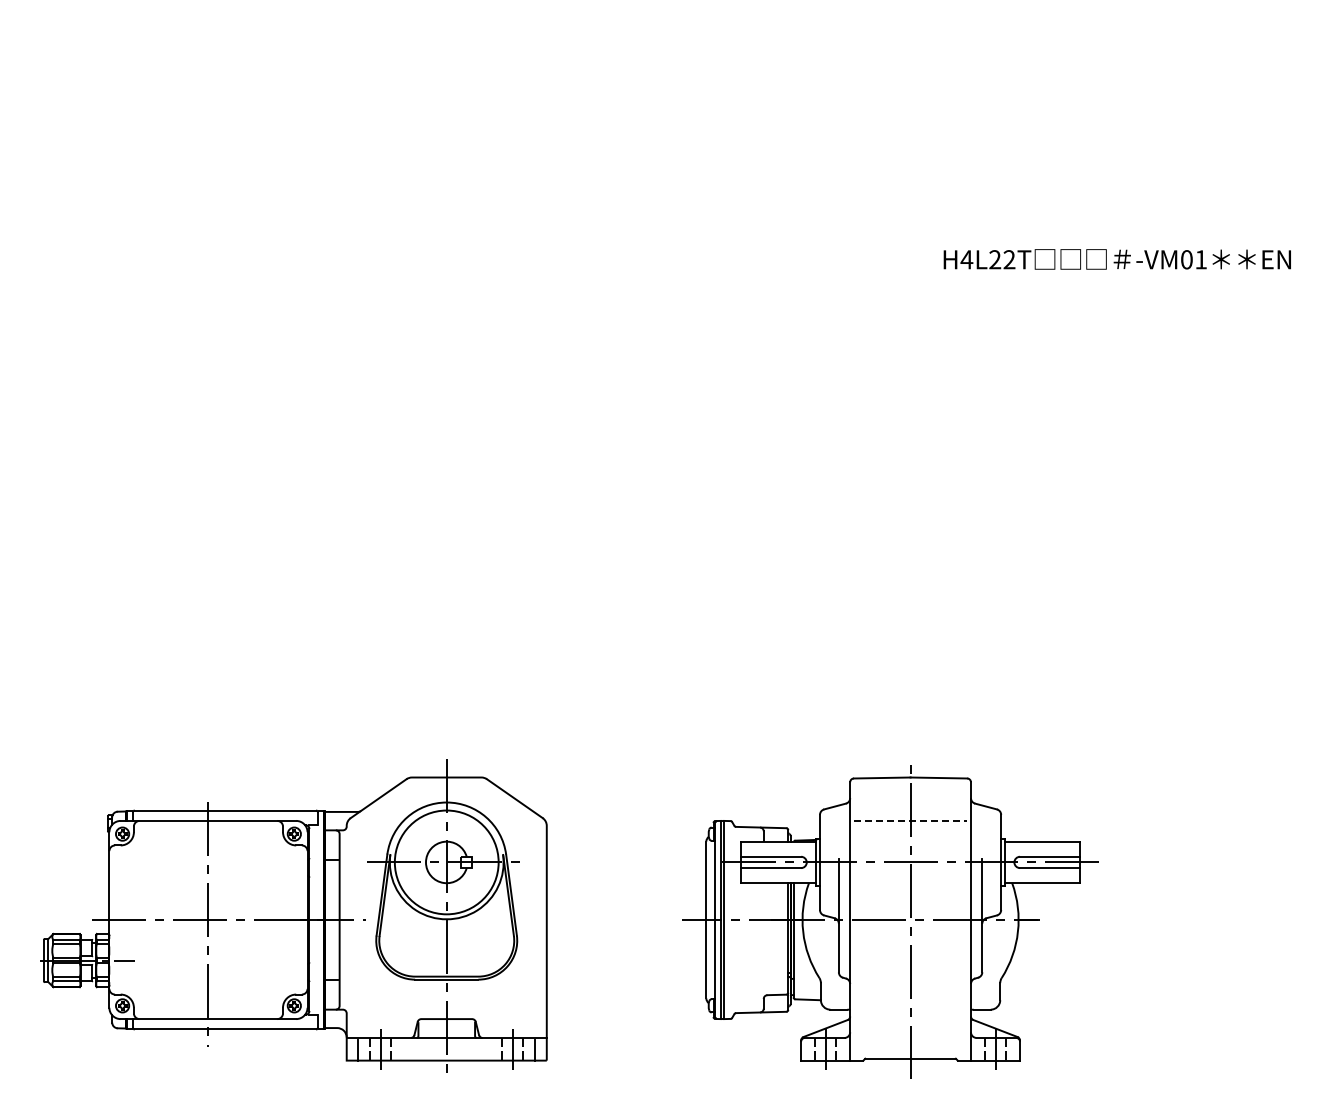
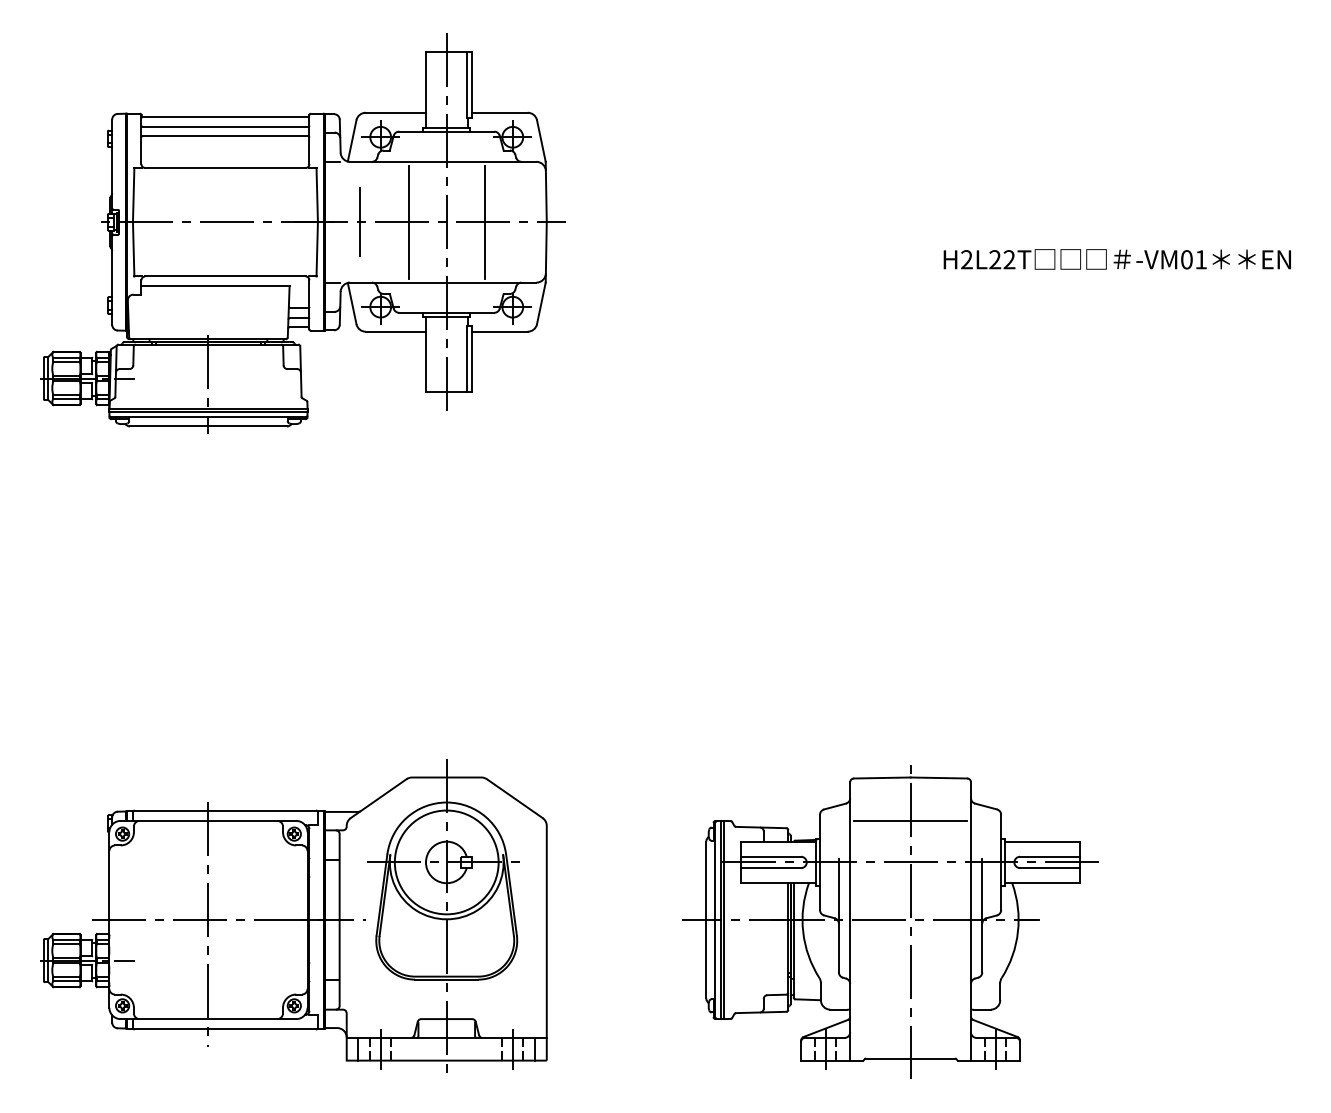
part at (302, 233): none -> present
text at (966, 259): H4L22T -> H2L22T
line at (911, 820): dashed -> solid
